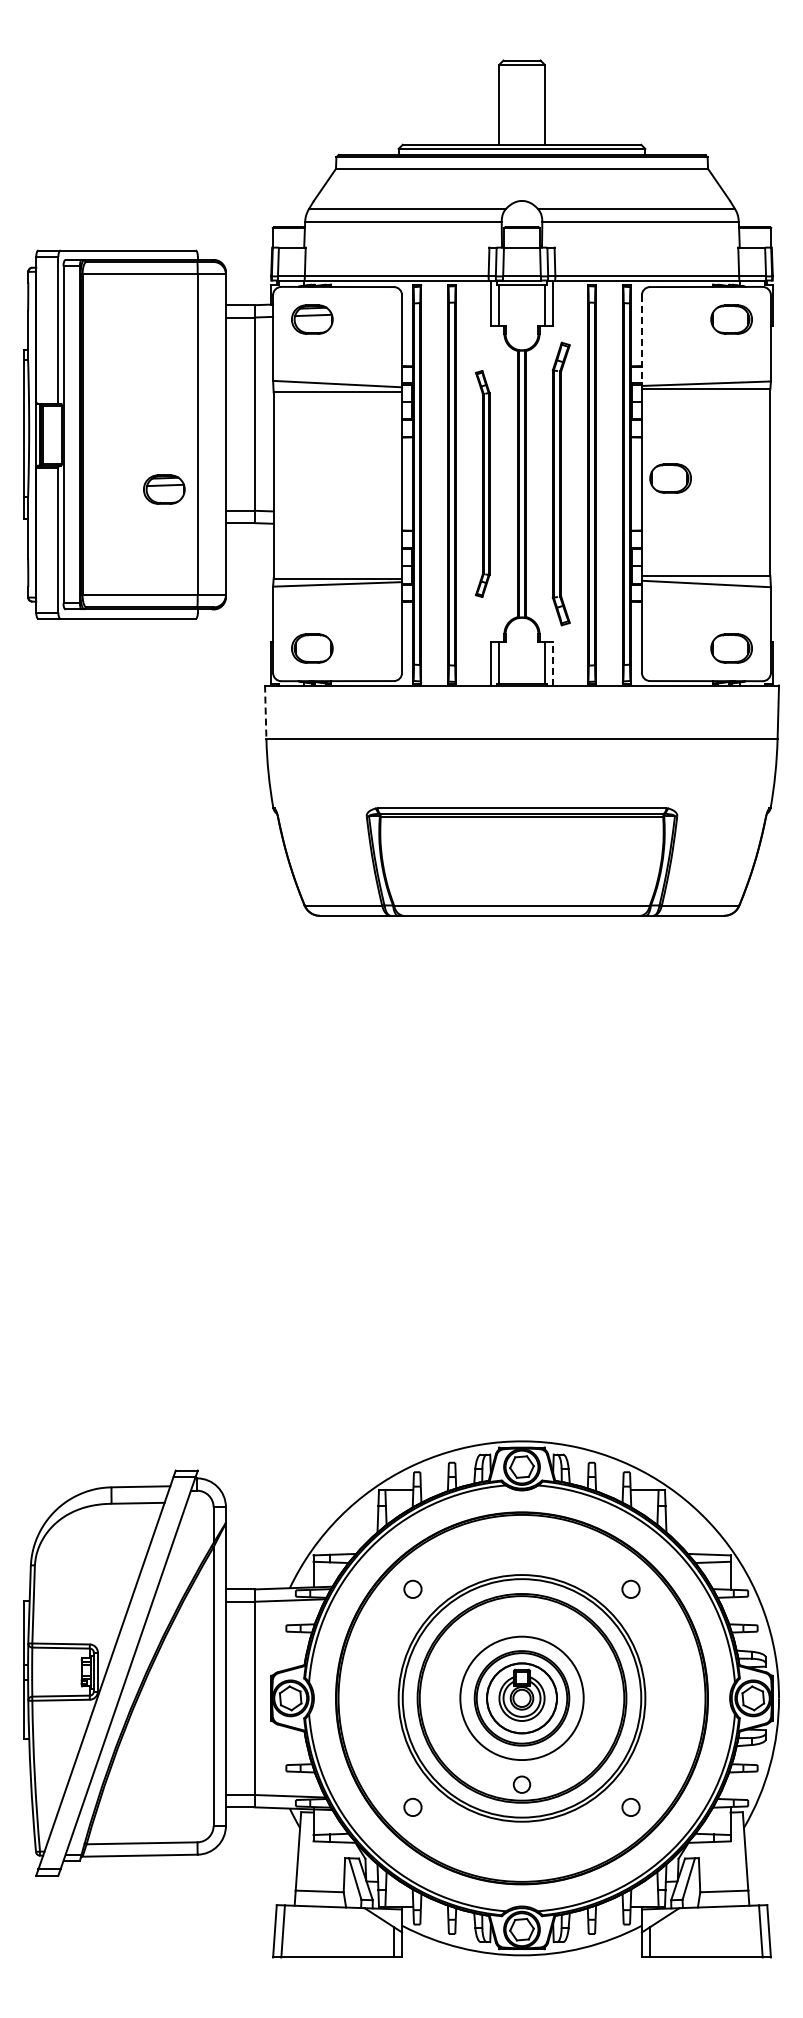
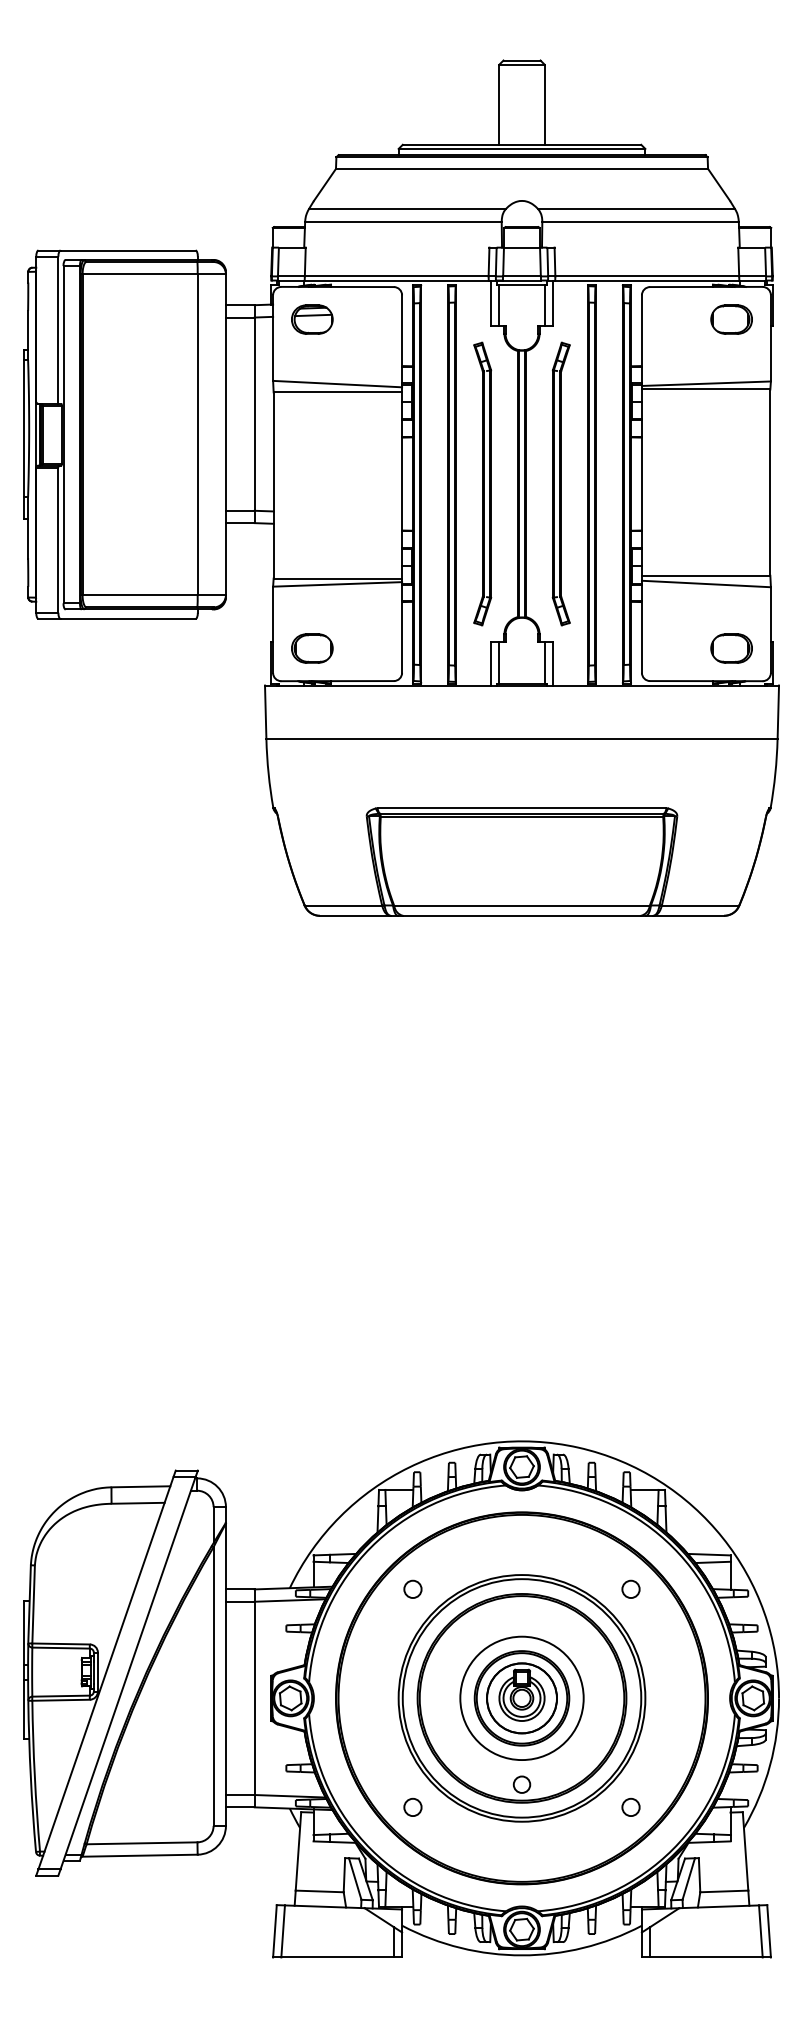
line at (641, 341): dashed -> solid
part at (670, 478): present -> none
part at (482, 483) size: 16x228 px -> 20x286 px
part at (164, 489): present -> none
line at (553, 663): dashed -> solid
line at (265, 712): dashed -> solid
